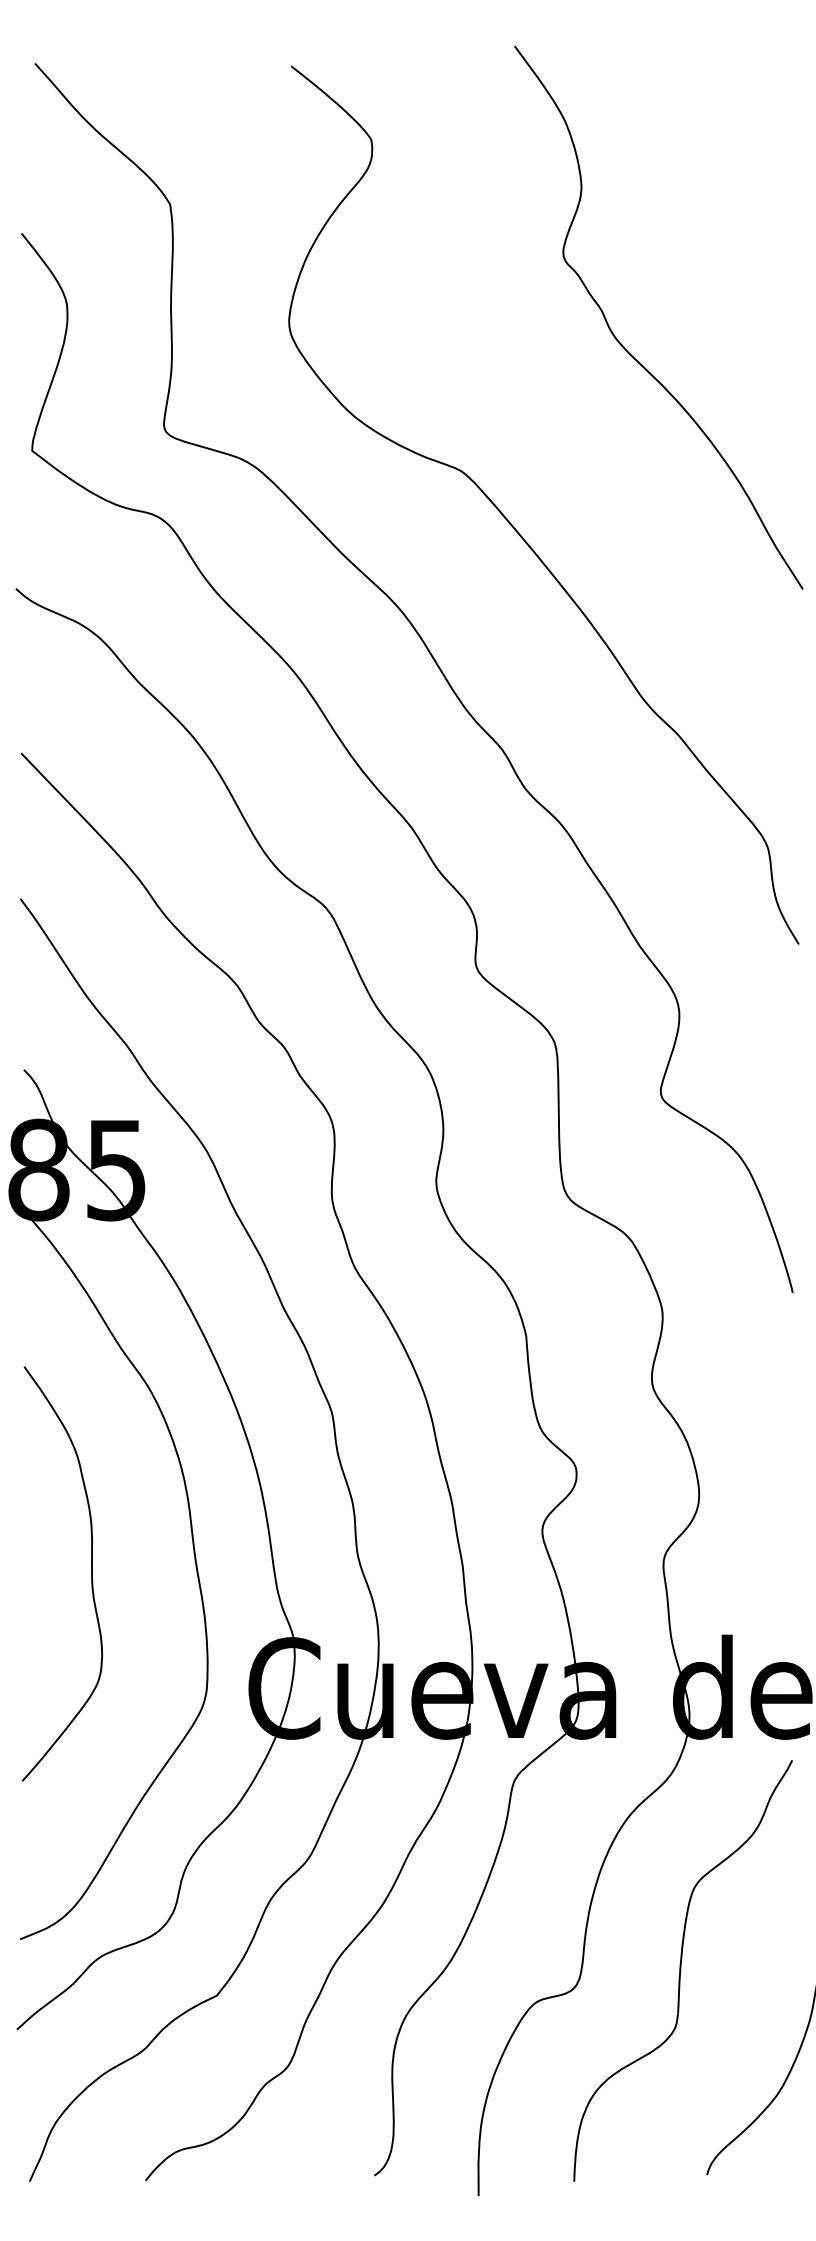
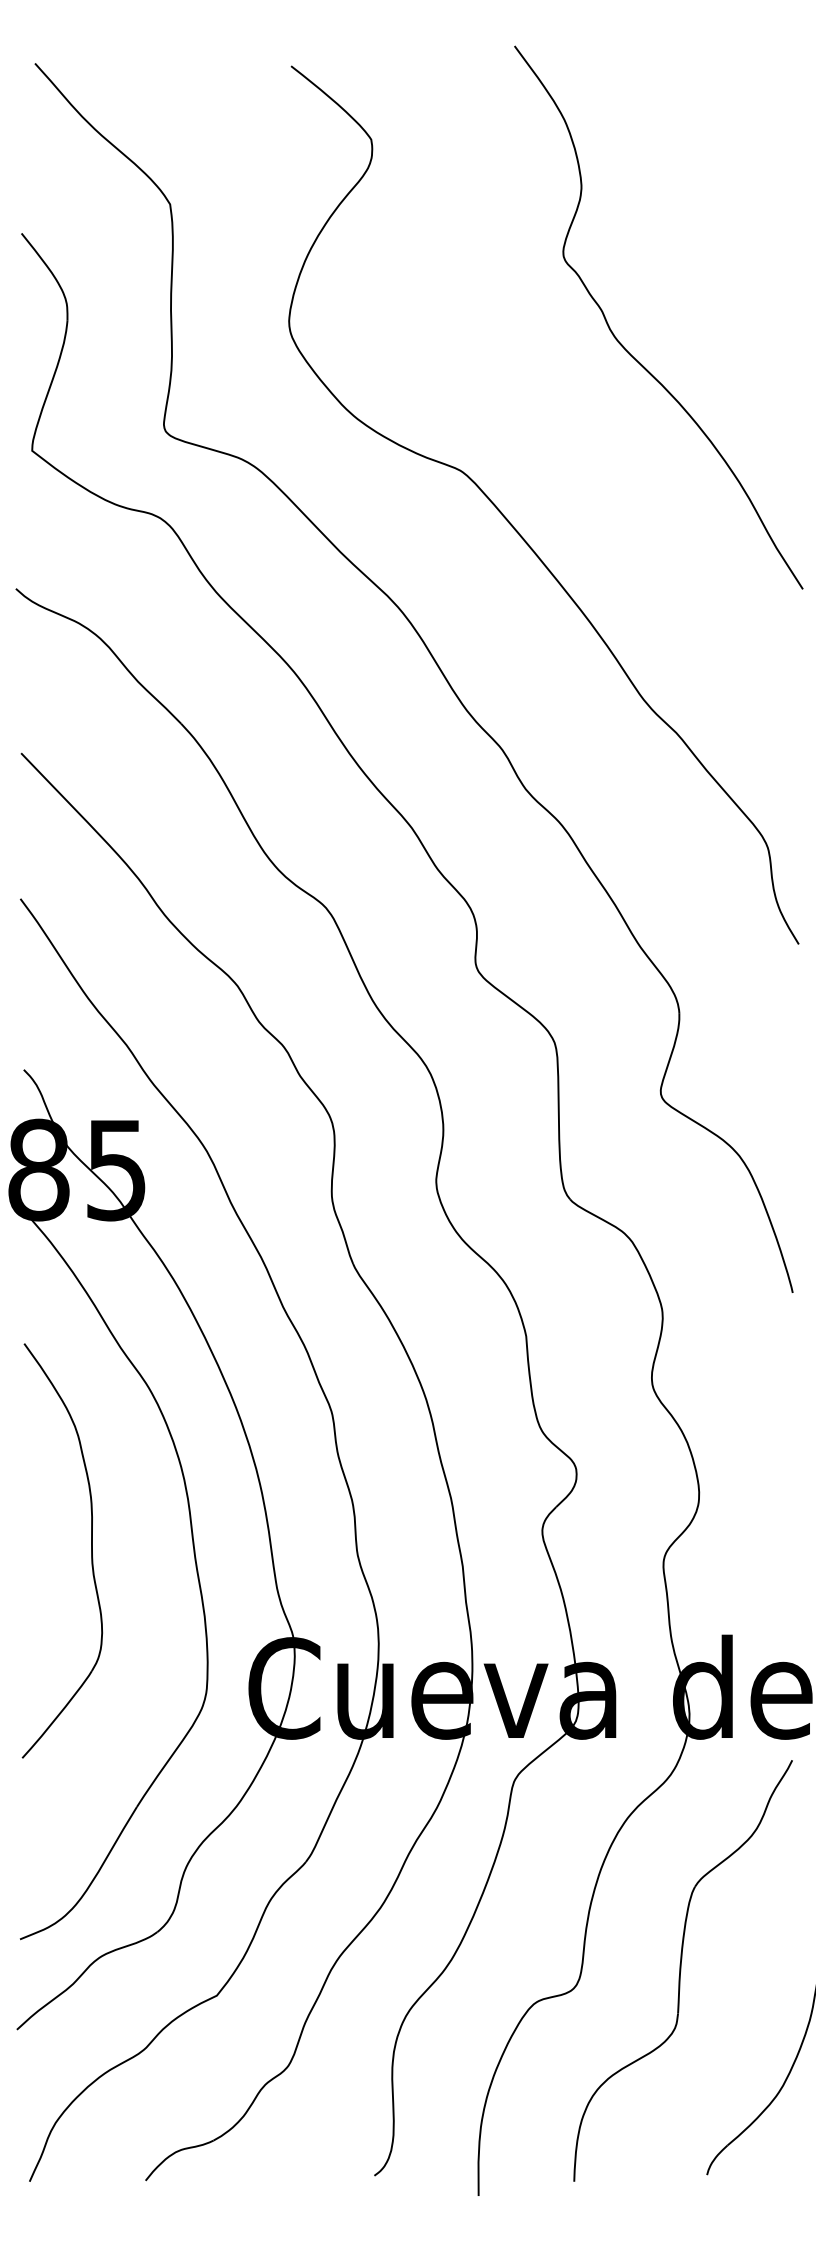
part at (91, 1573) position: (91, 1573) -> (91, 1550)
